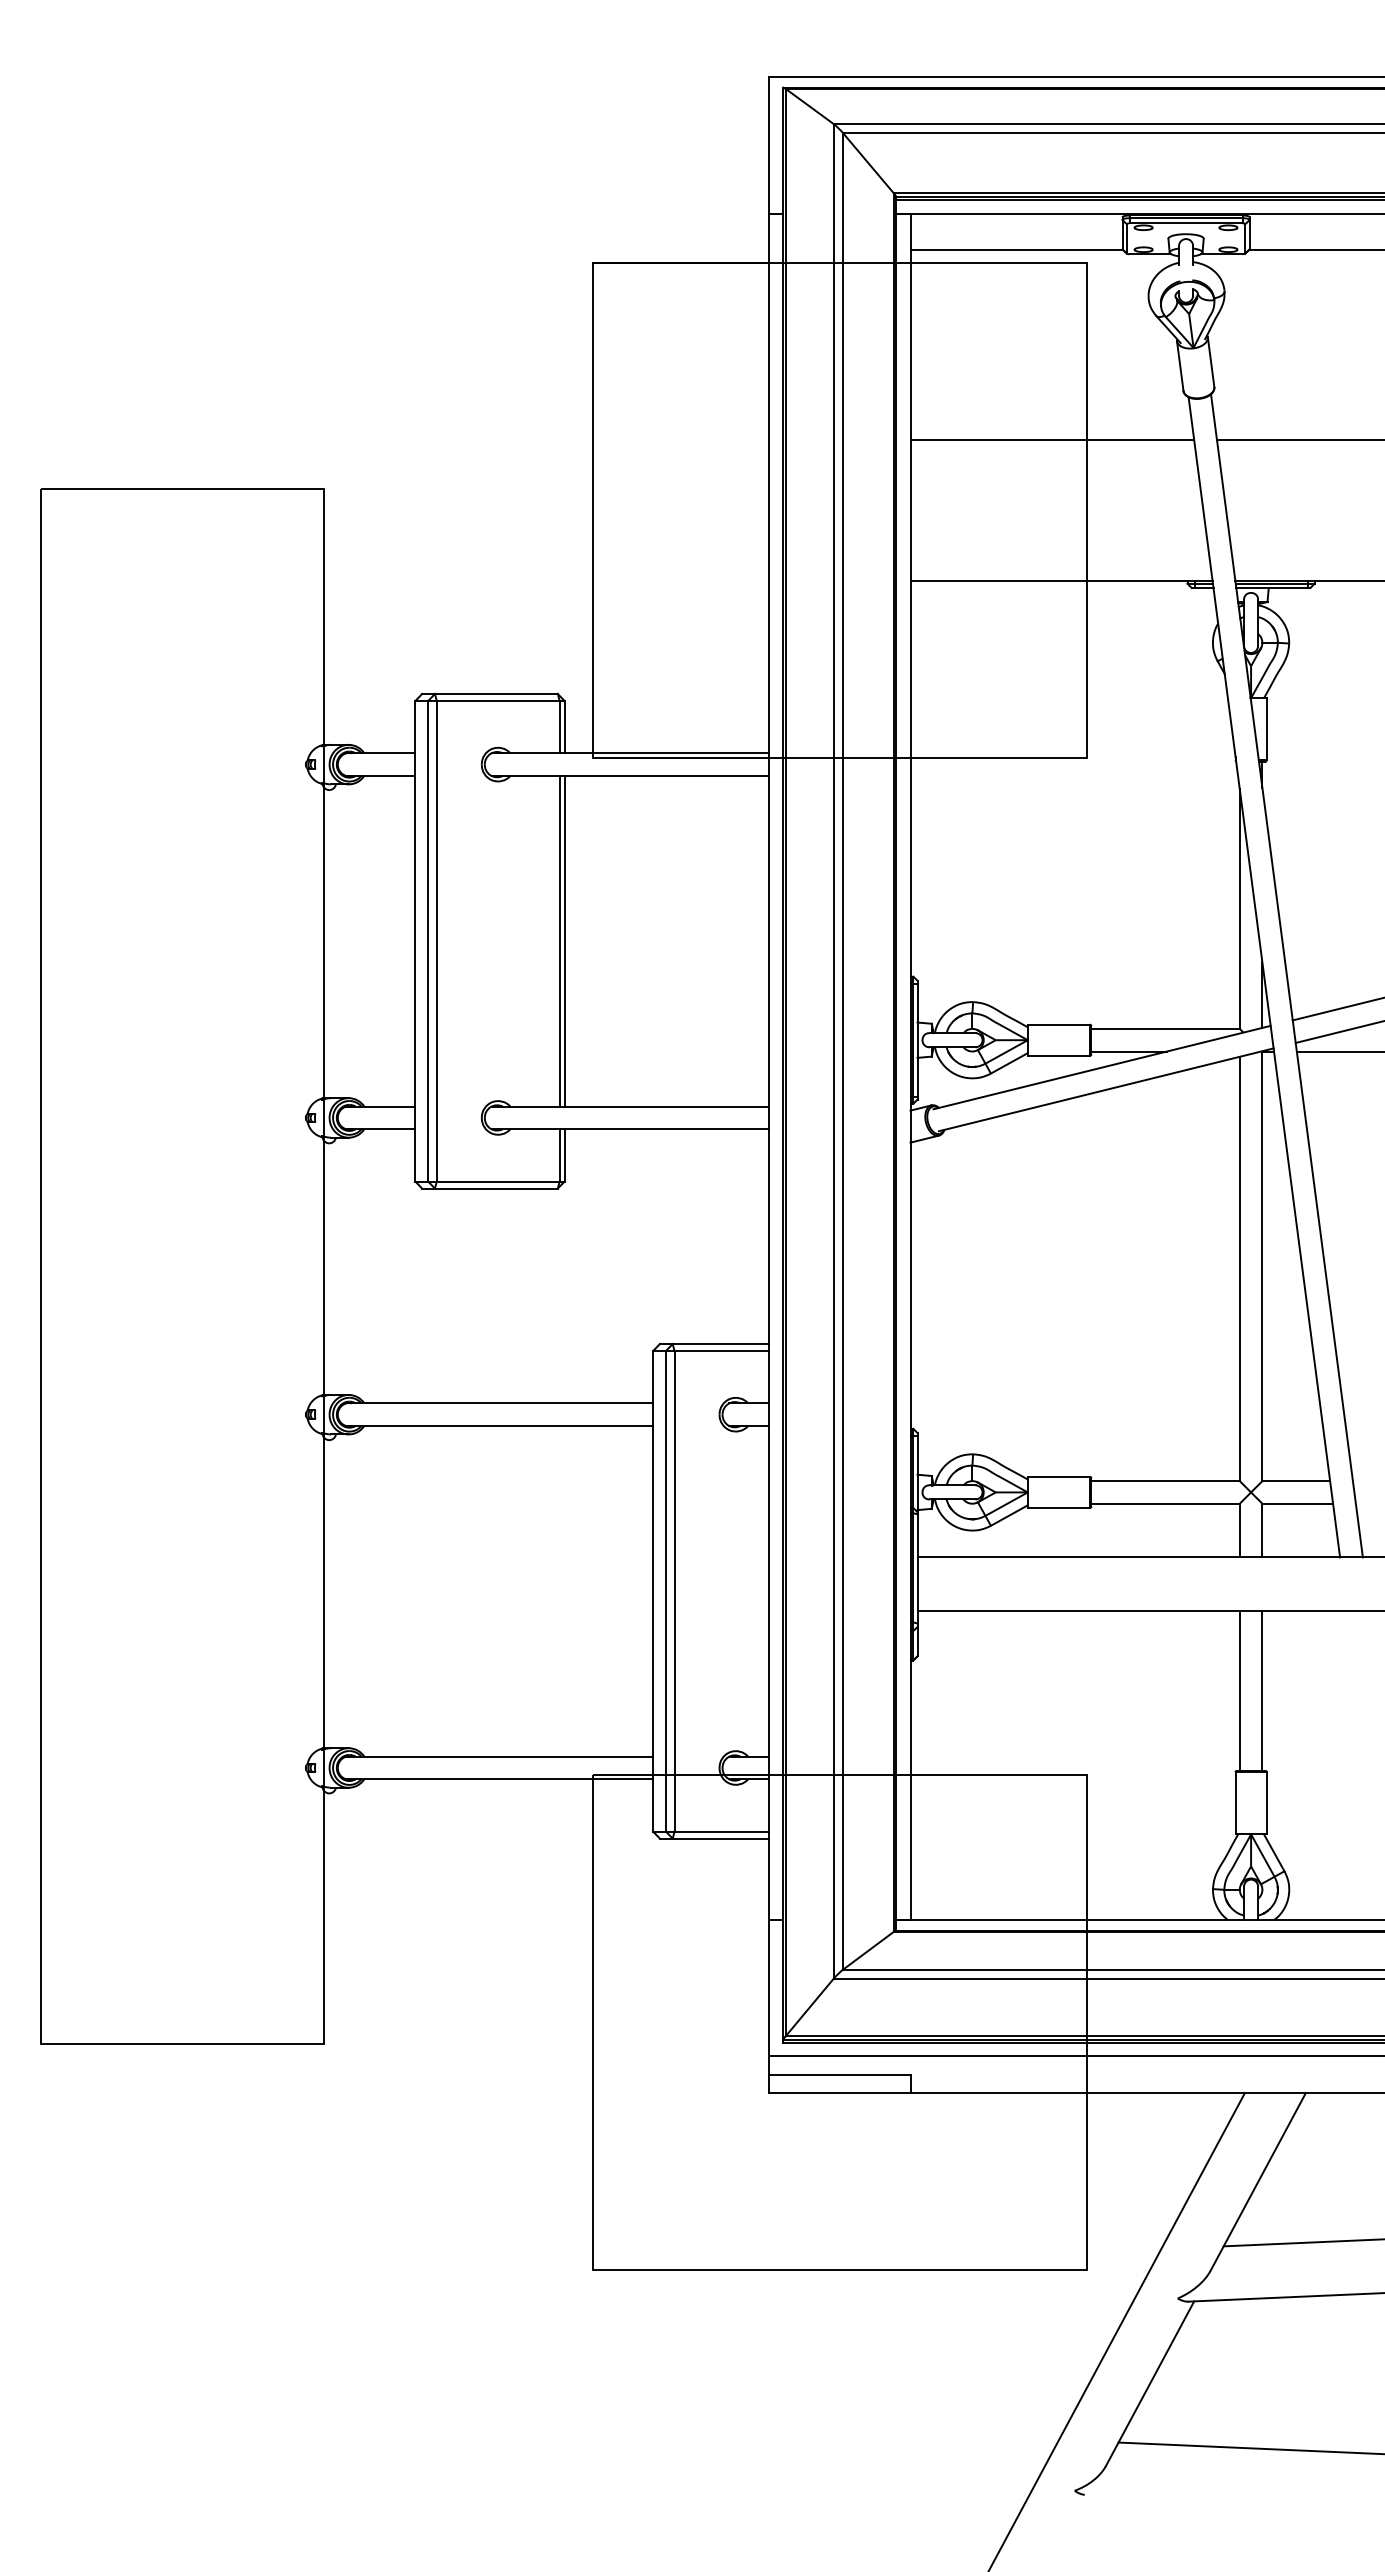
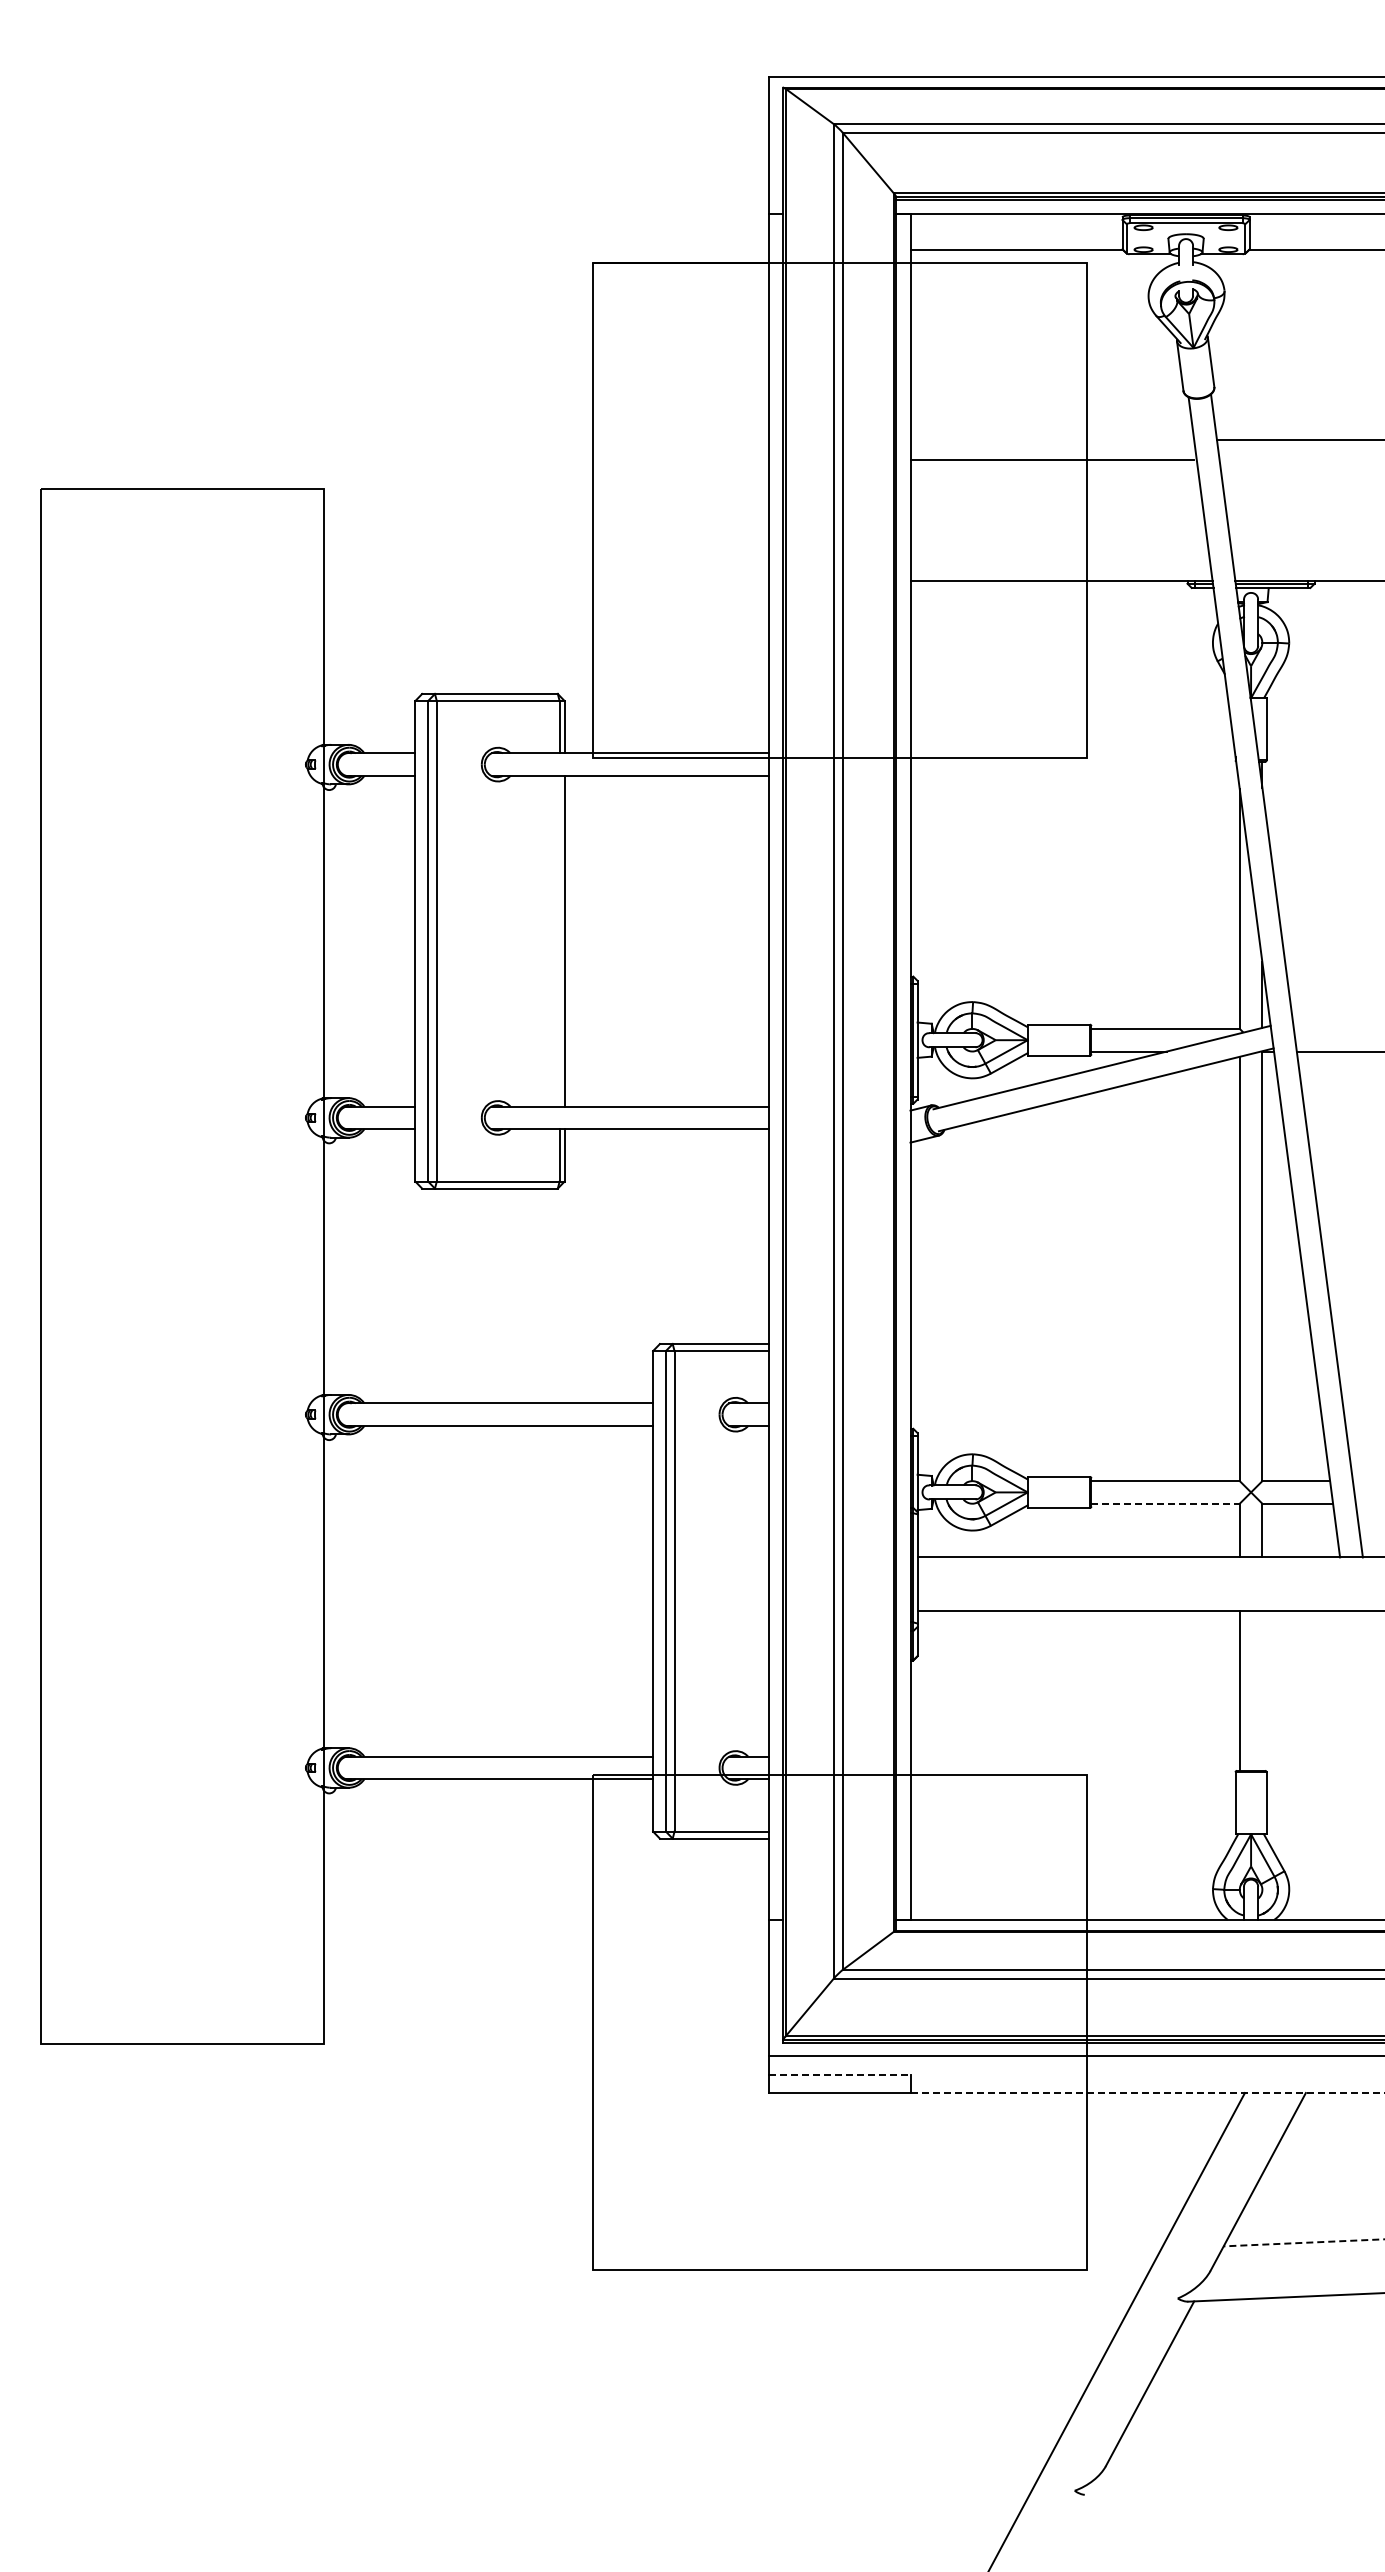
line at (1052, 439) position: (1052, 439) -> (1052, 459)
line at (559, 940): present -> none
line at (1336, 1009): present -> none
line at (1338, 1031): present -> none
line at (1166, 1503): solid -> dashed
line at (1262, 1690): present -> none
line at (839, 2074): solid -> dashed
line at (1147, 2093): solid -> dashed
line at (1303, 2242): solid -> dashed
line at (1249, 2448): present -> none
